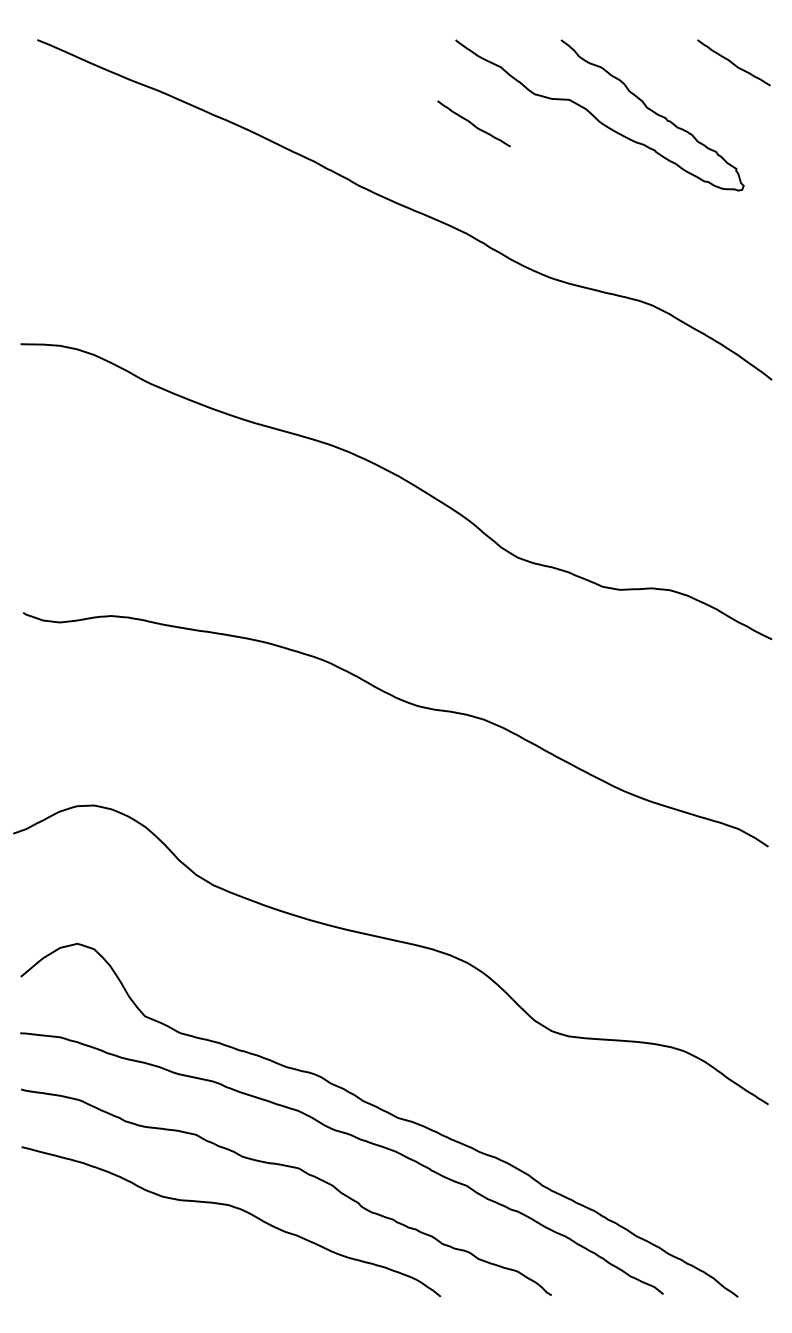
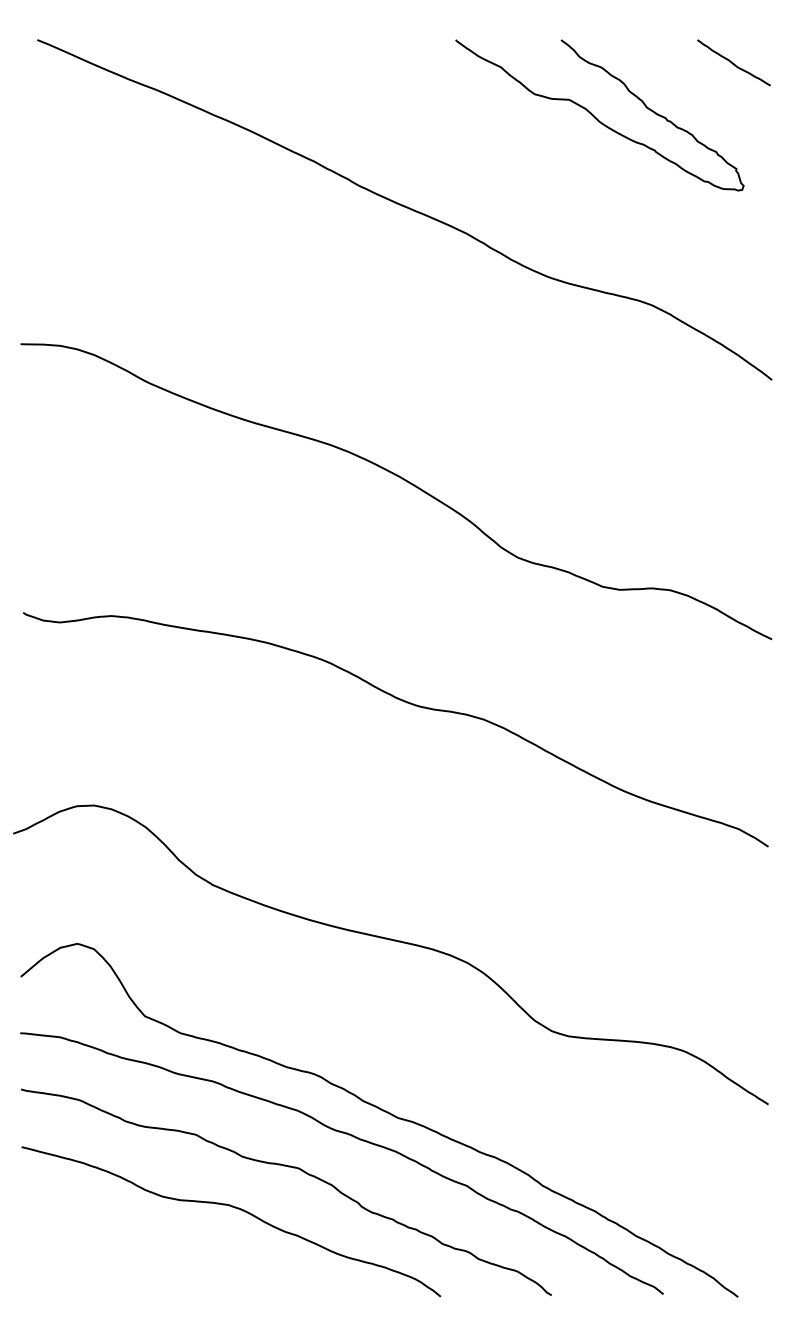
curve at (473, 123): present -> none
